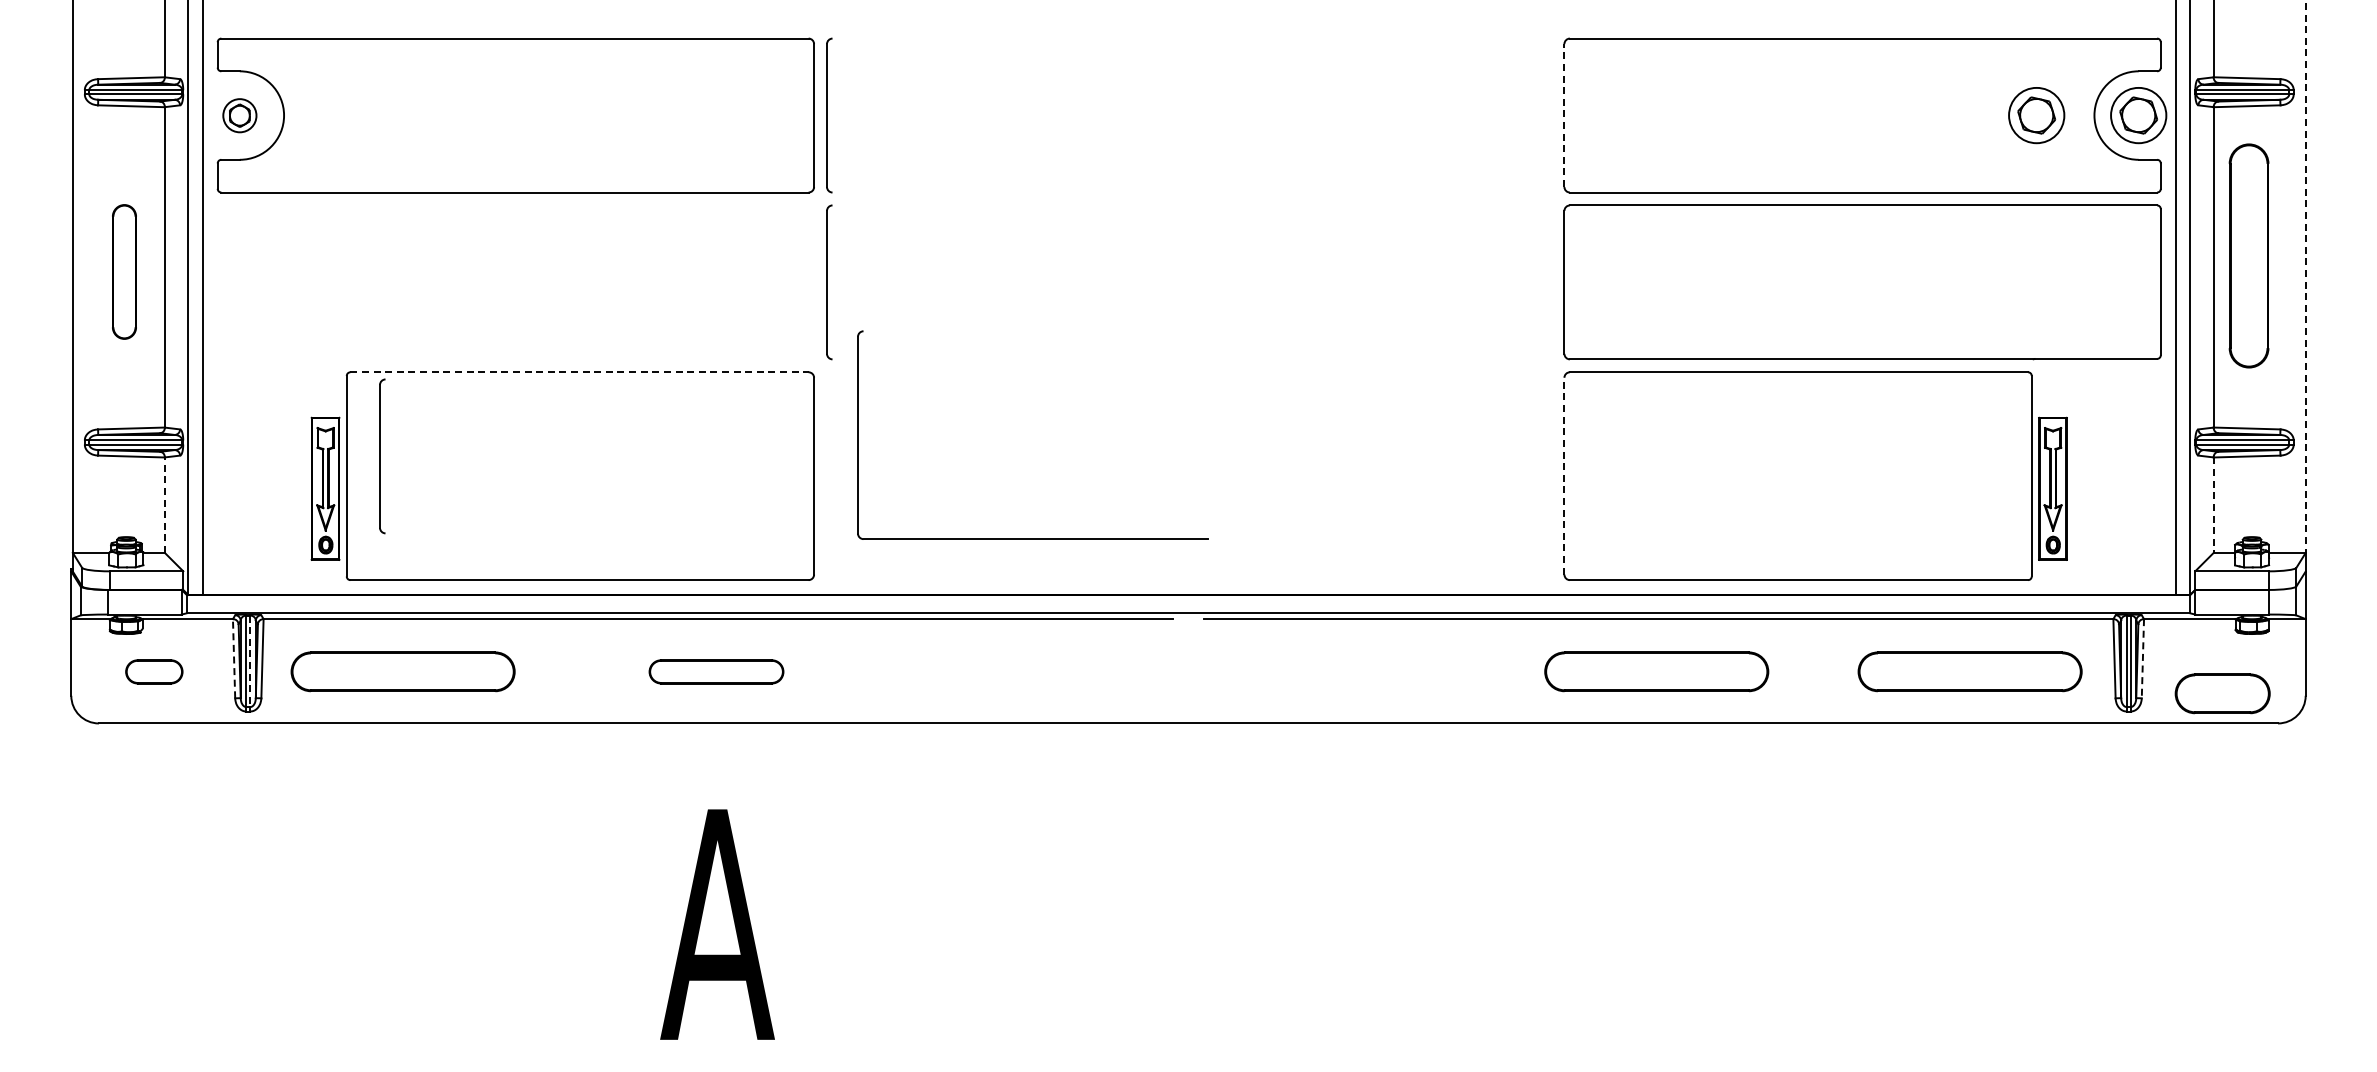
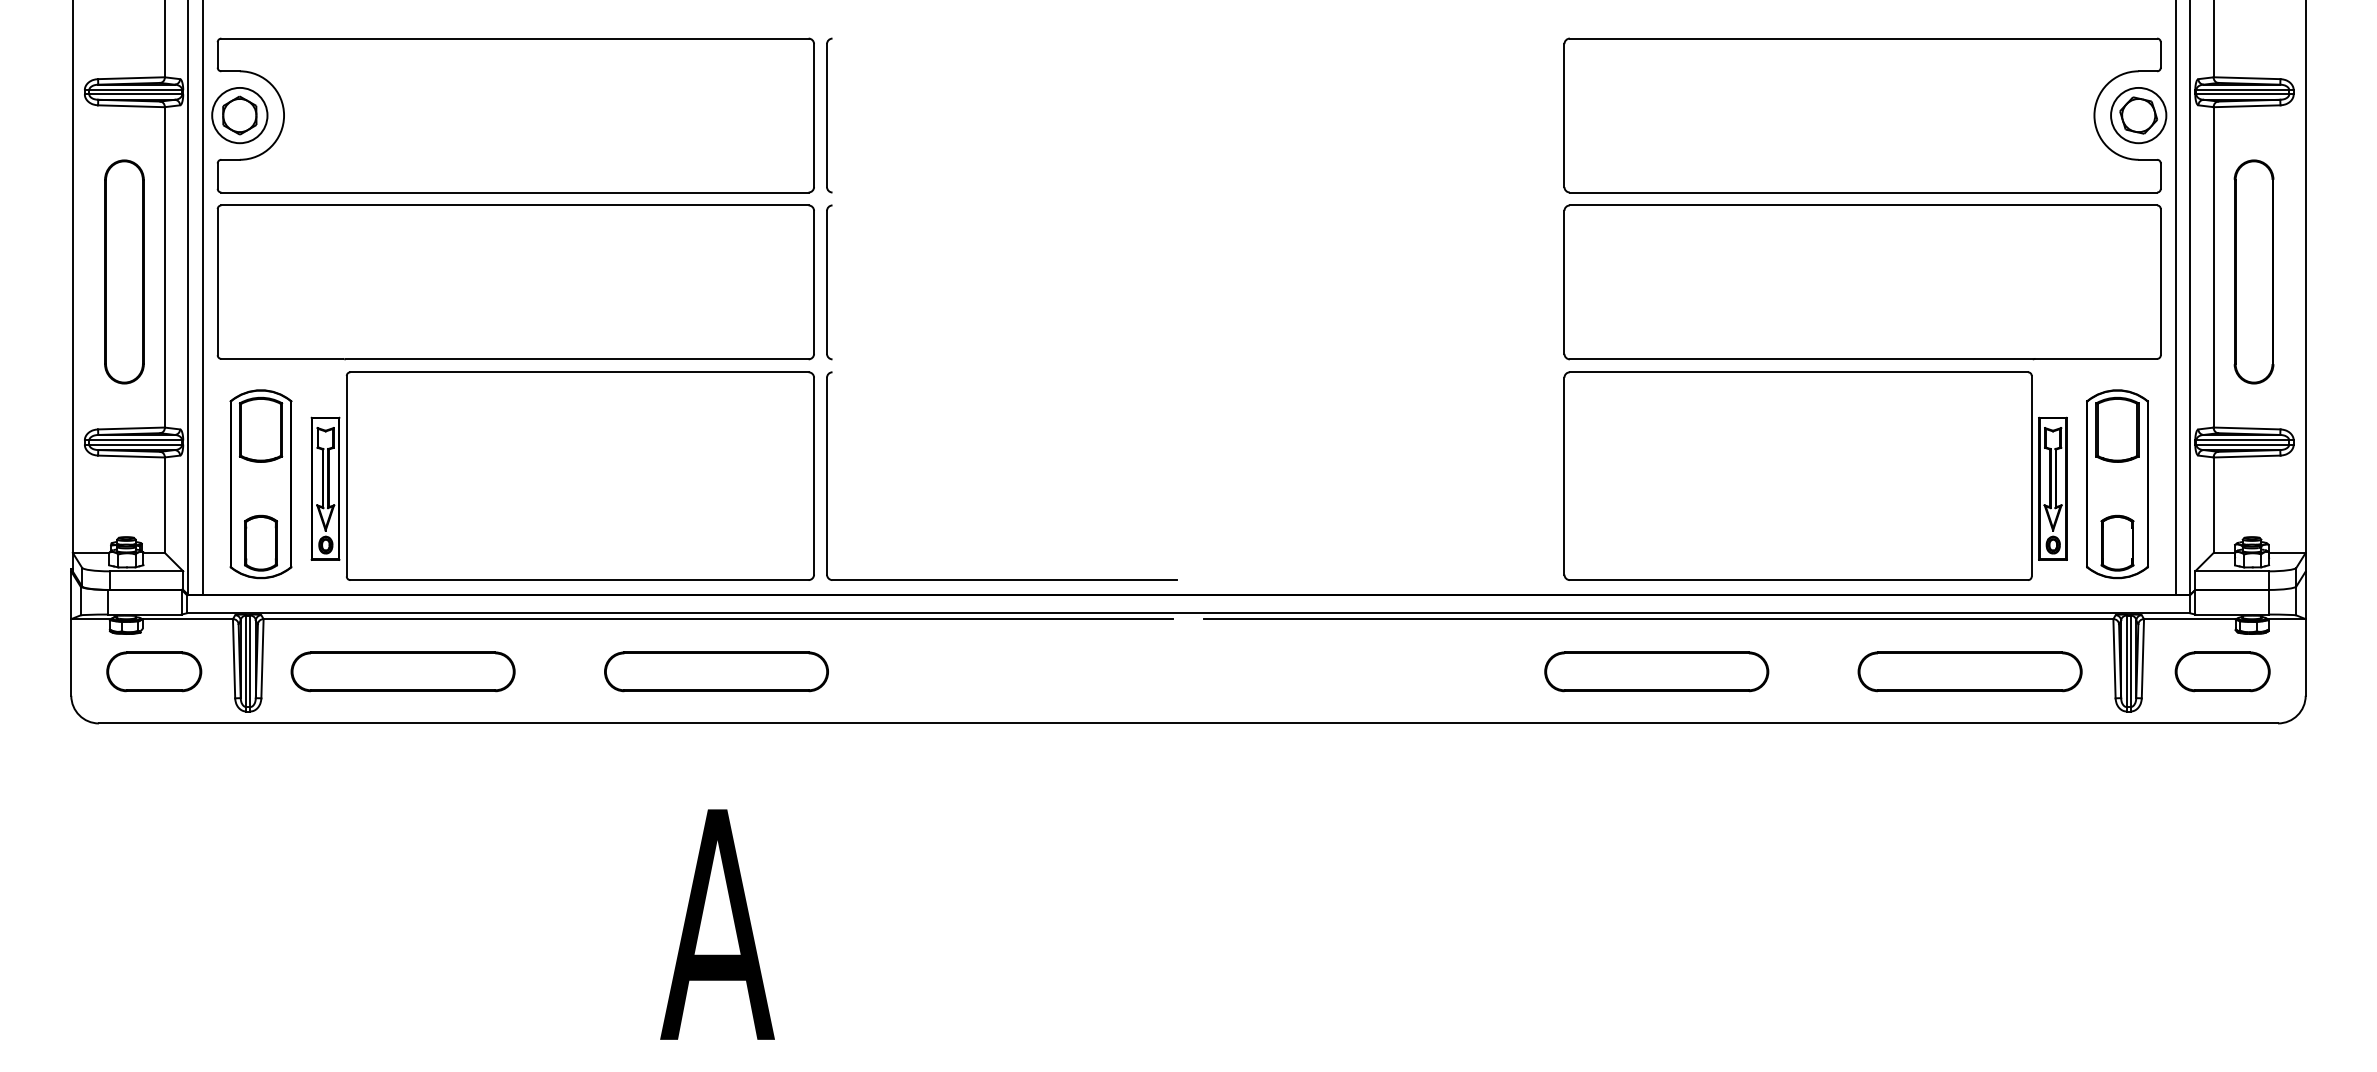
part at (239, 115) size: 36x36 px -> 58x58 px
line at (1564, 115): dashed -> solid
part at (2036, 115): present -> none
part at (2248, 255) position: (2248, 255) -> (2253, 271)
part at (124, 271) size: 25x136 px -> 41x226 px
line at (2305, 277): dashed -> solid
part at (515, 282): none -> present
line at (580, 372): dashed -> solid
part at (382, 456): present -> none
line at (1564, 475): dashed -> solid
part at (260, 484): none -> present
part at (2117, 484): none -> present
line at (164, 505): dashed -> solid
line at (2213, 505): dashed -> solid
part at (1032, 538) position: (1032, 538) -> (1001, 579)
line at (234, 658): dashed -> solid
line at (2142, 658): dashed -> solid
line at (250, 661): dashed -> solid
part at (154, 671) size: 59x26 px -> 97x42 px
part at (716, 671) size: 137x26 px -> 225x42 px
part at (2222, 693) position: (2222, 693) -> (2222, 671)
